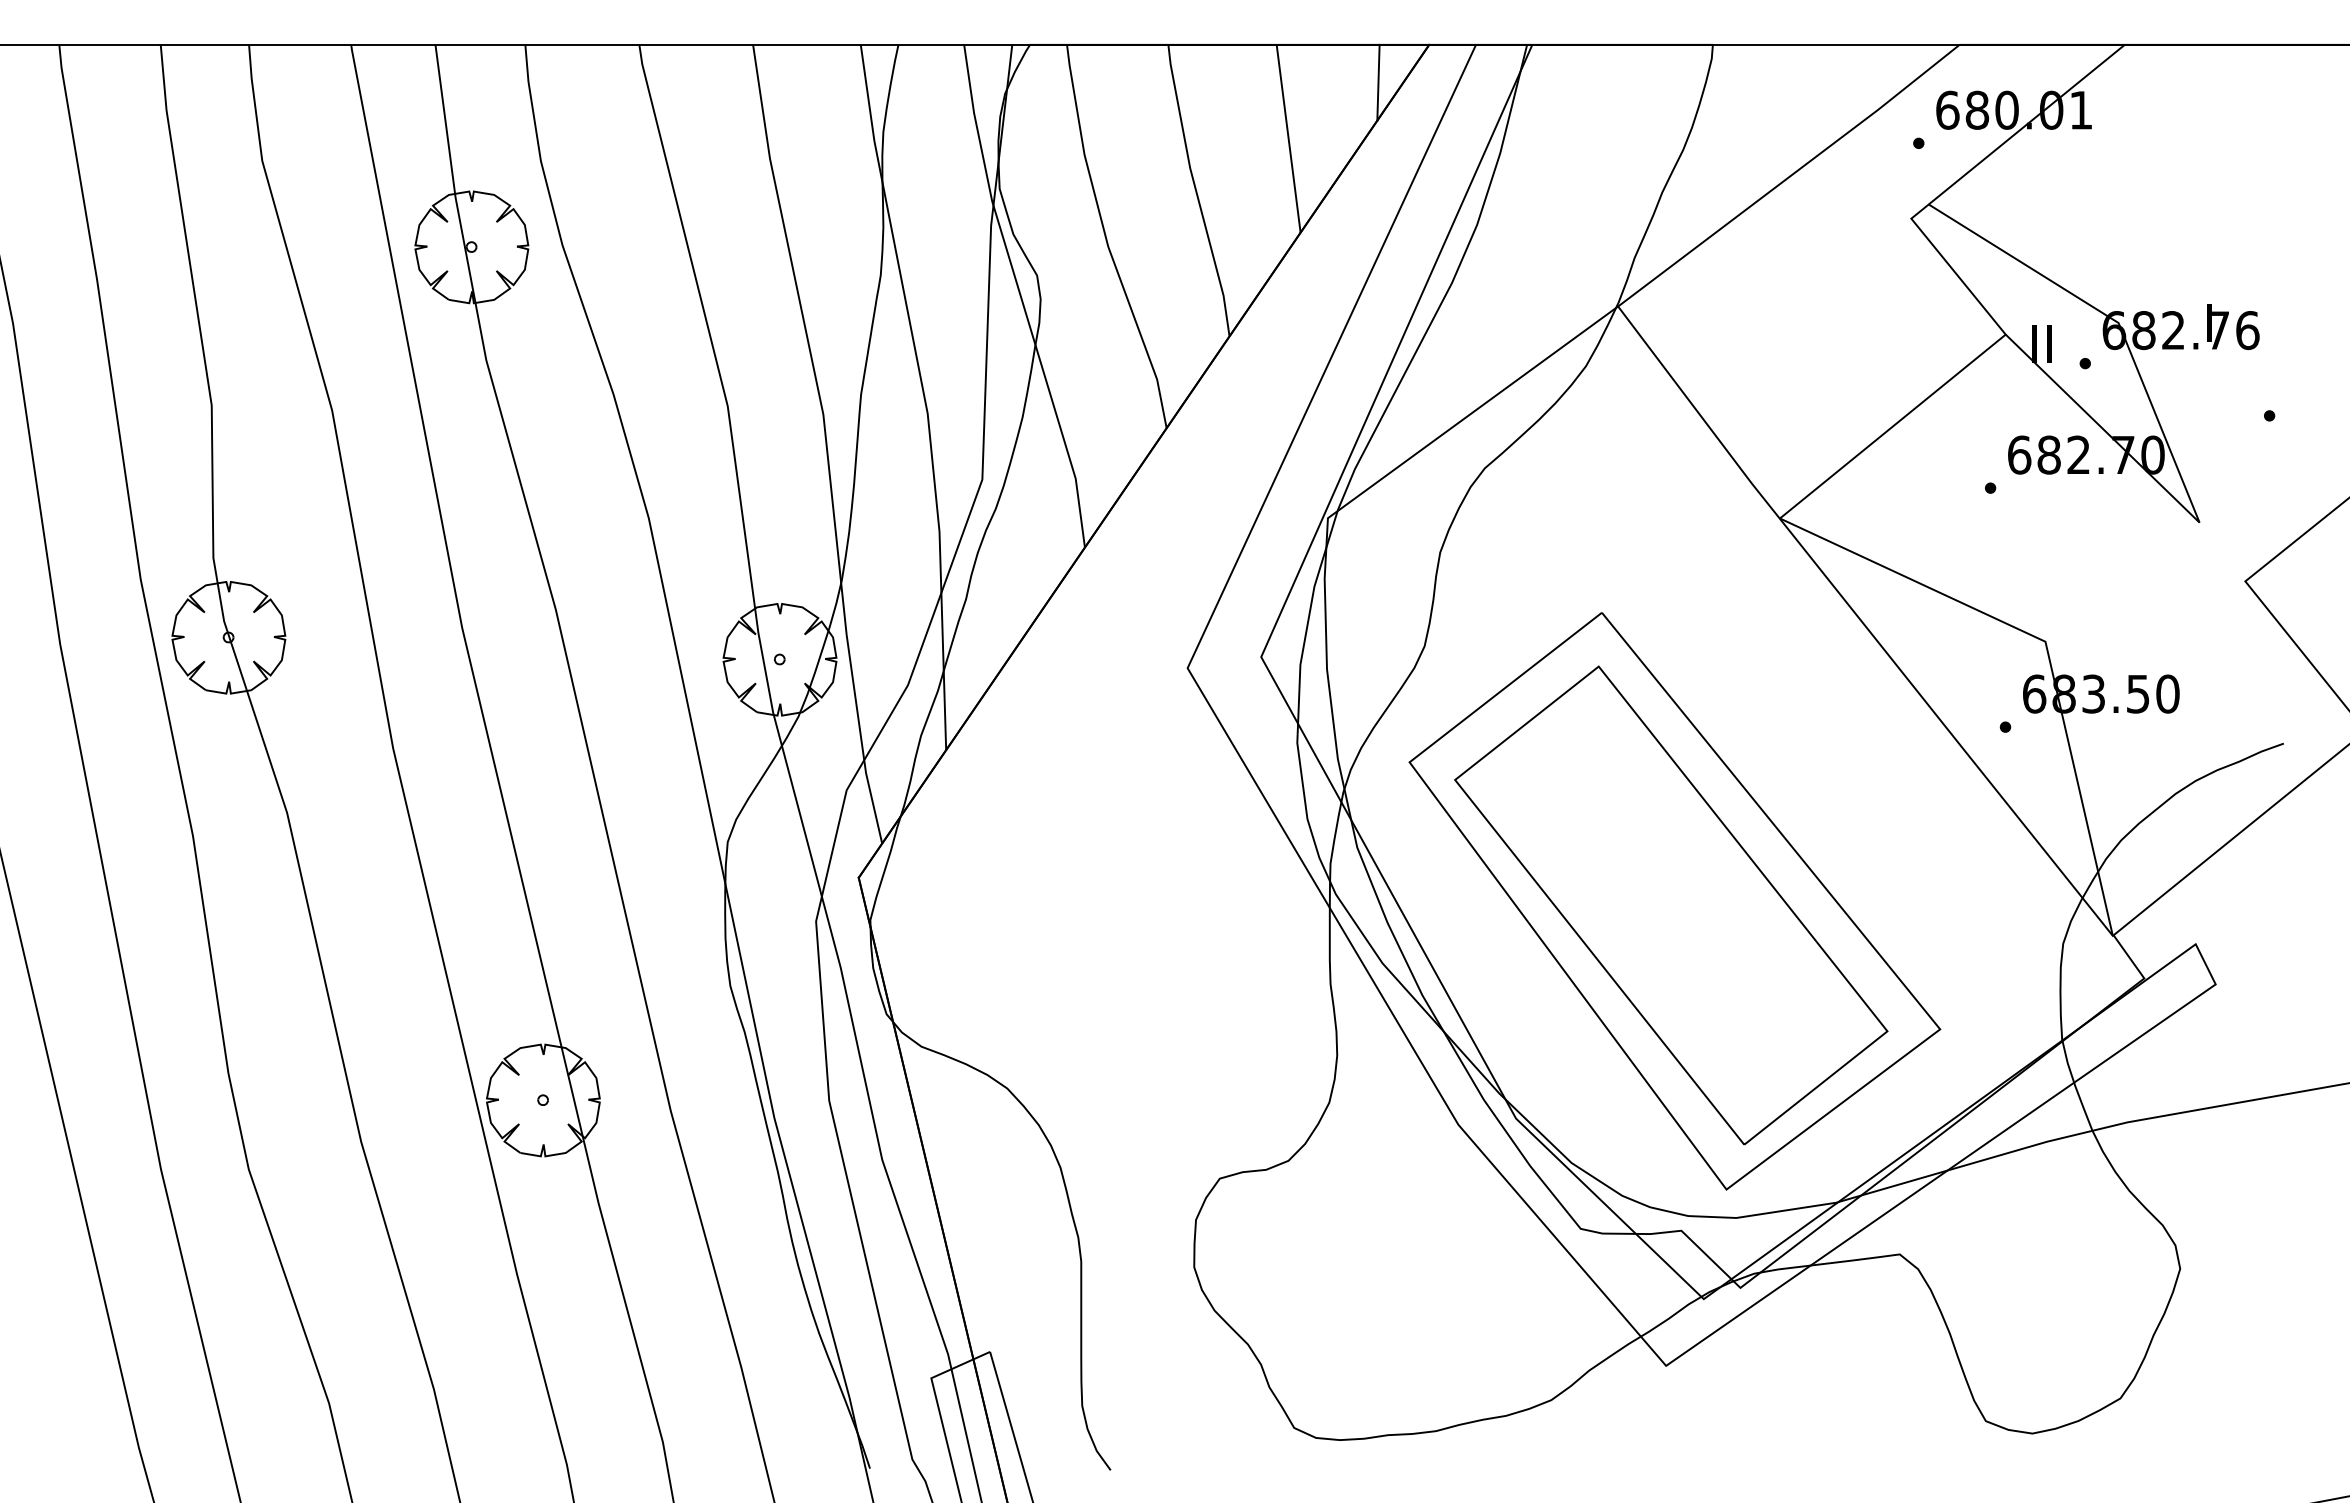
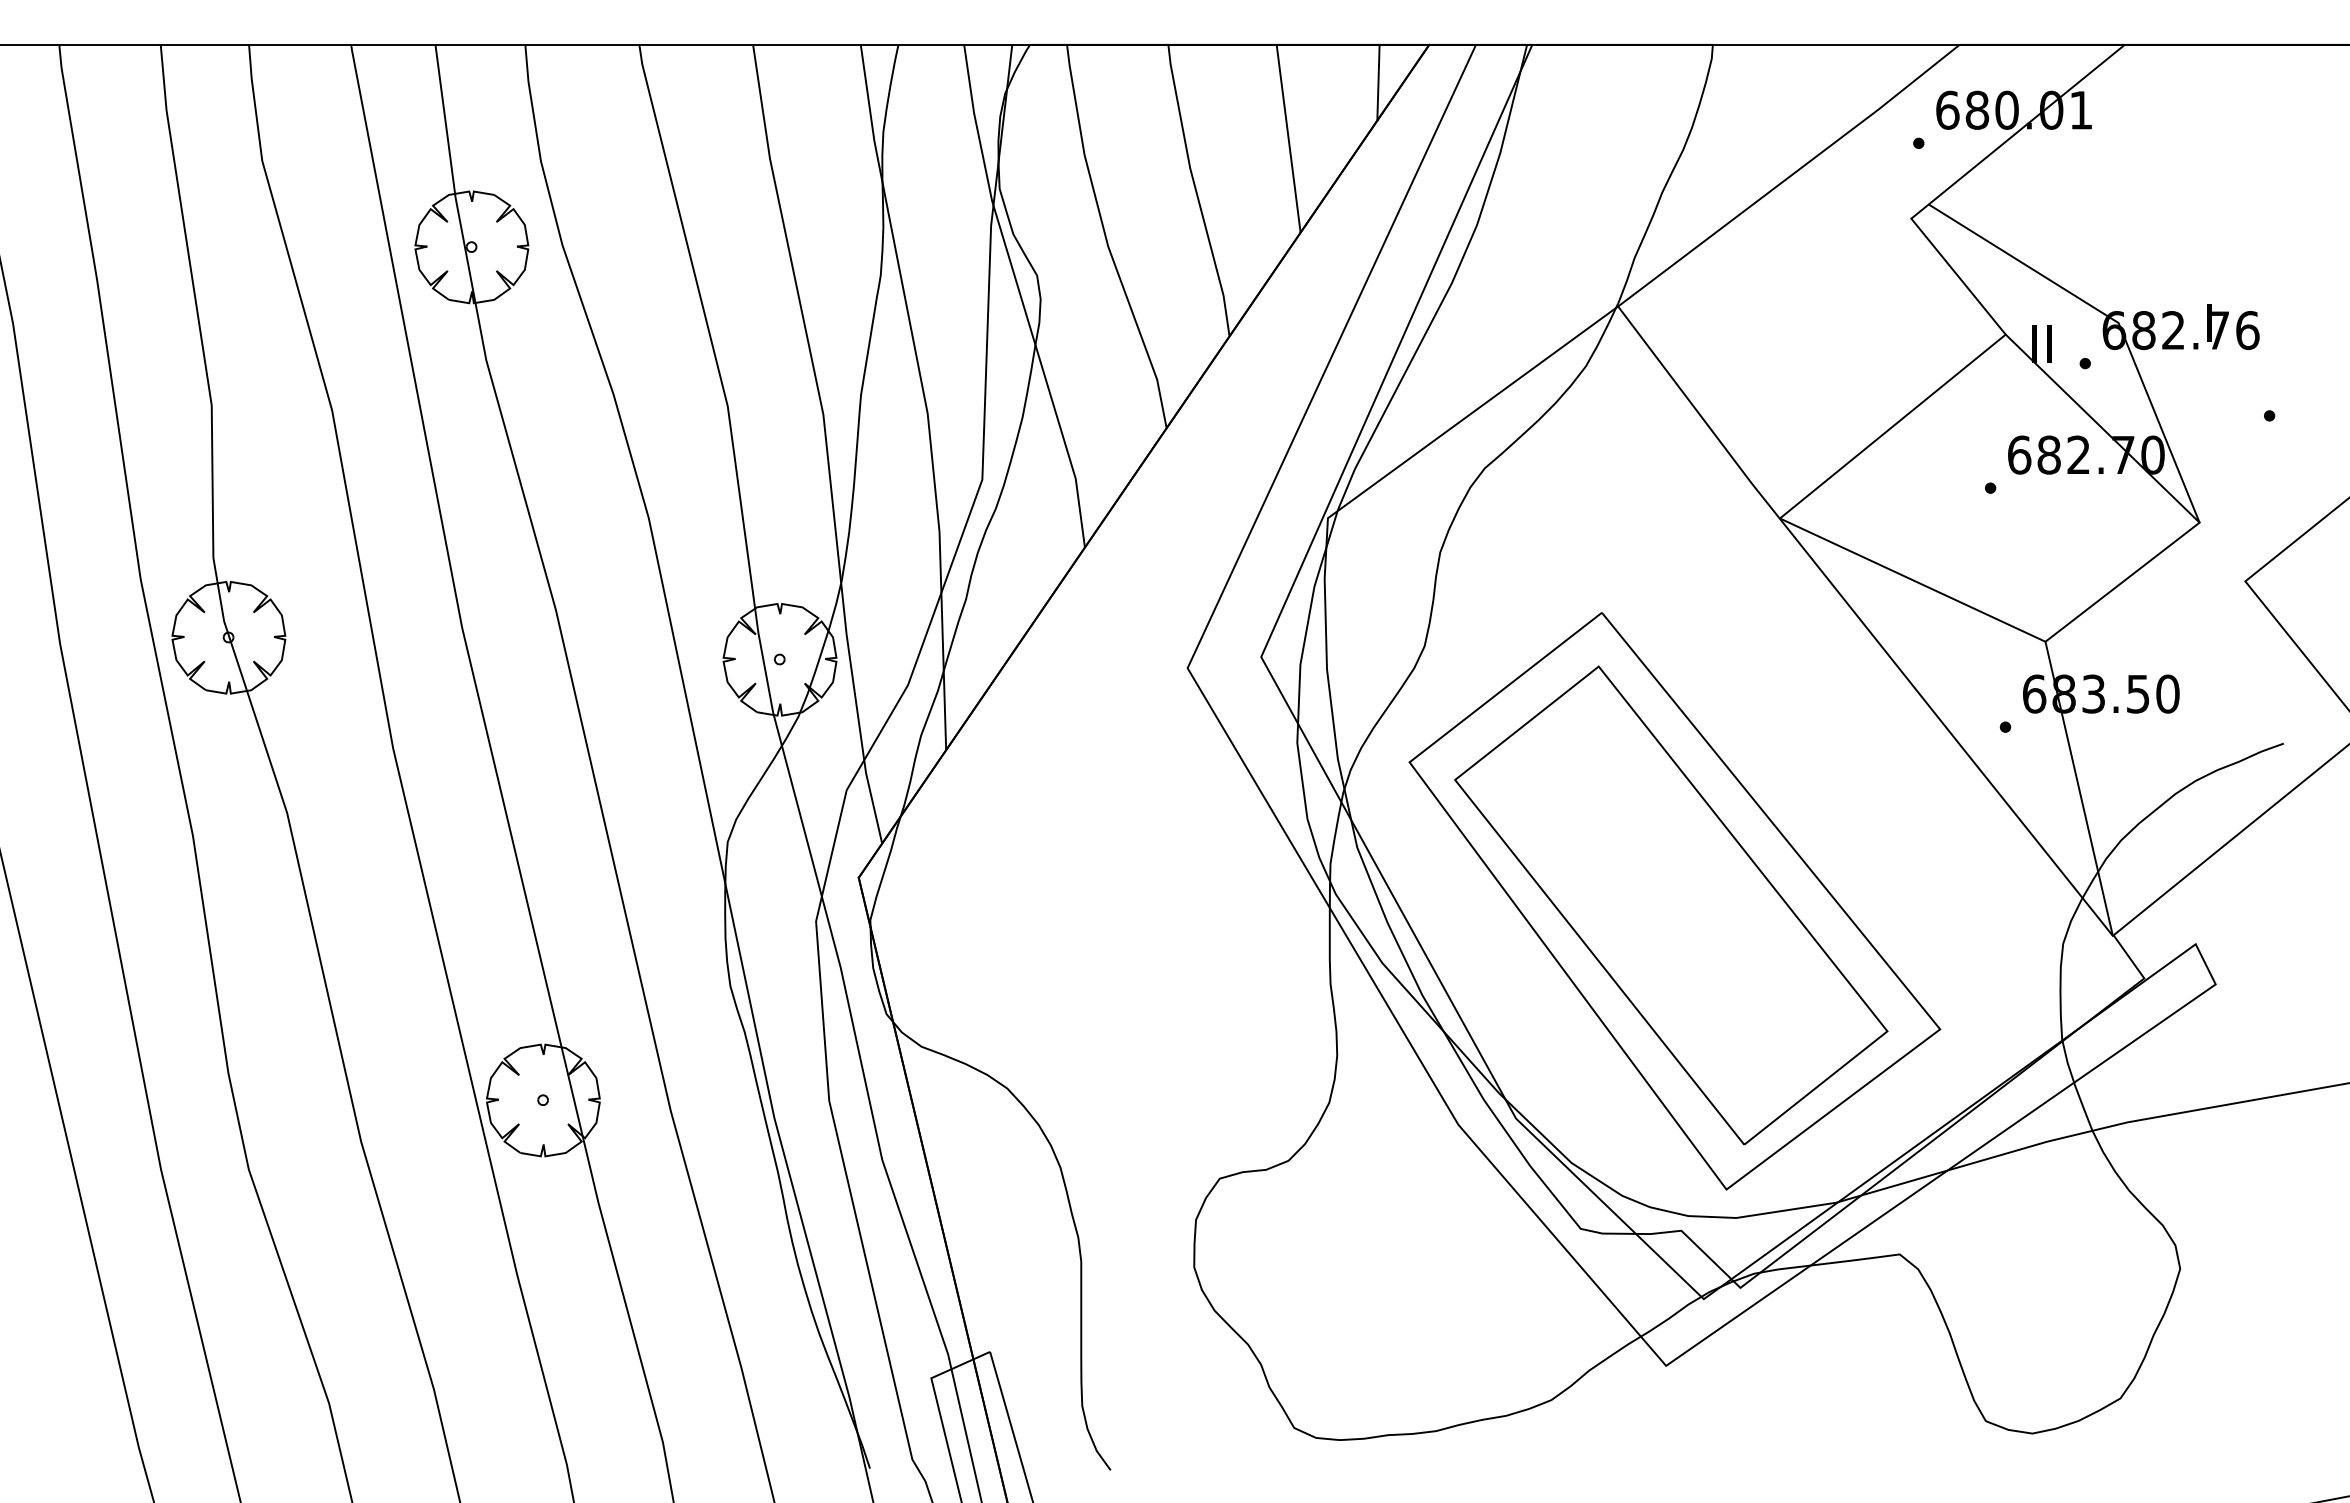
line at (2122, 581): none -> present
